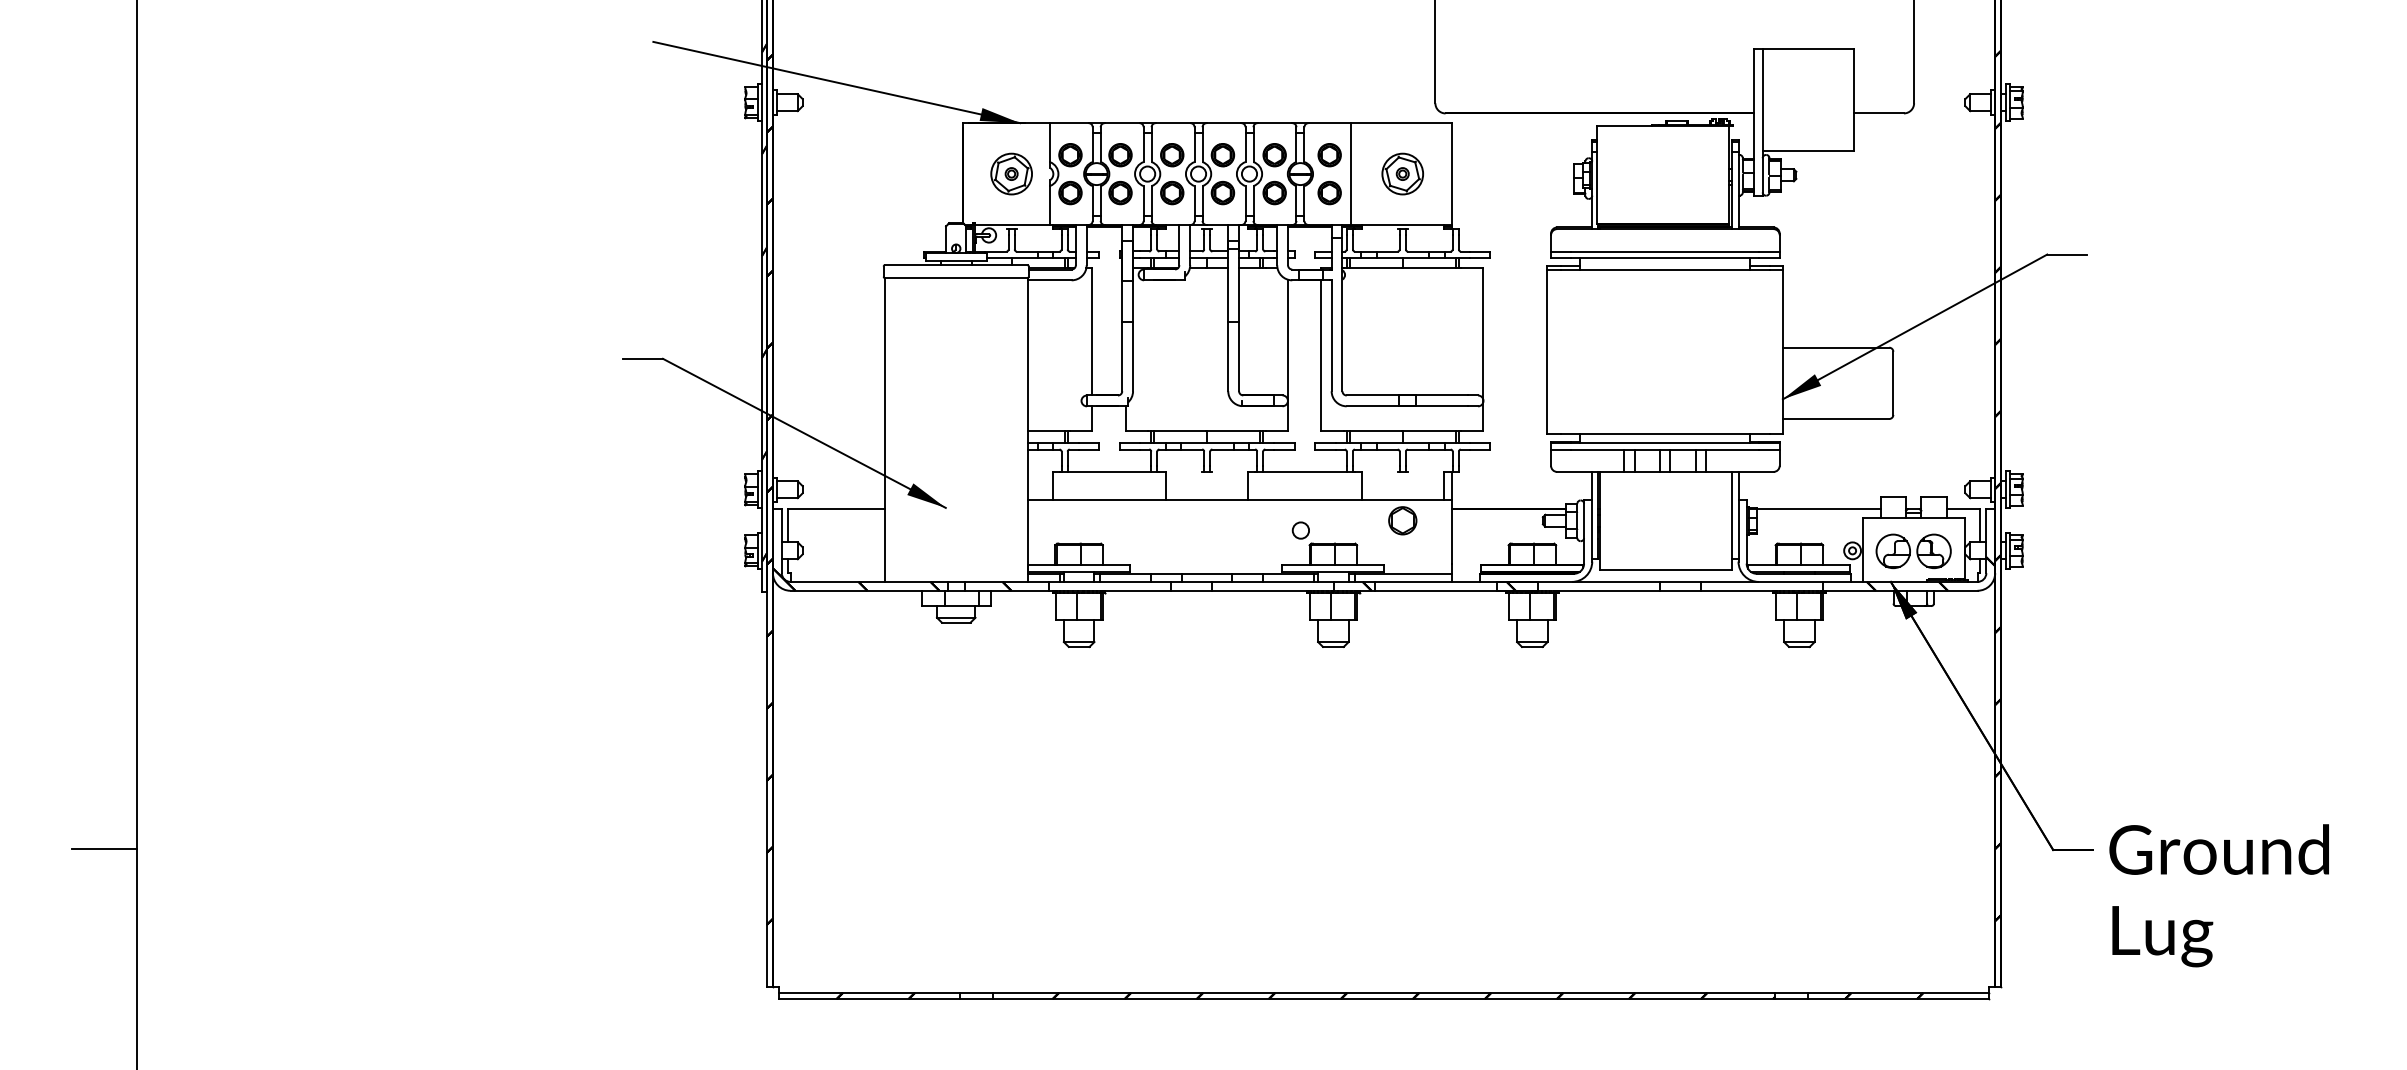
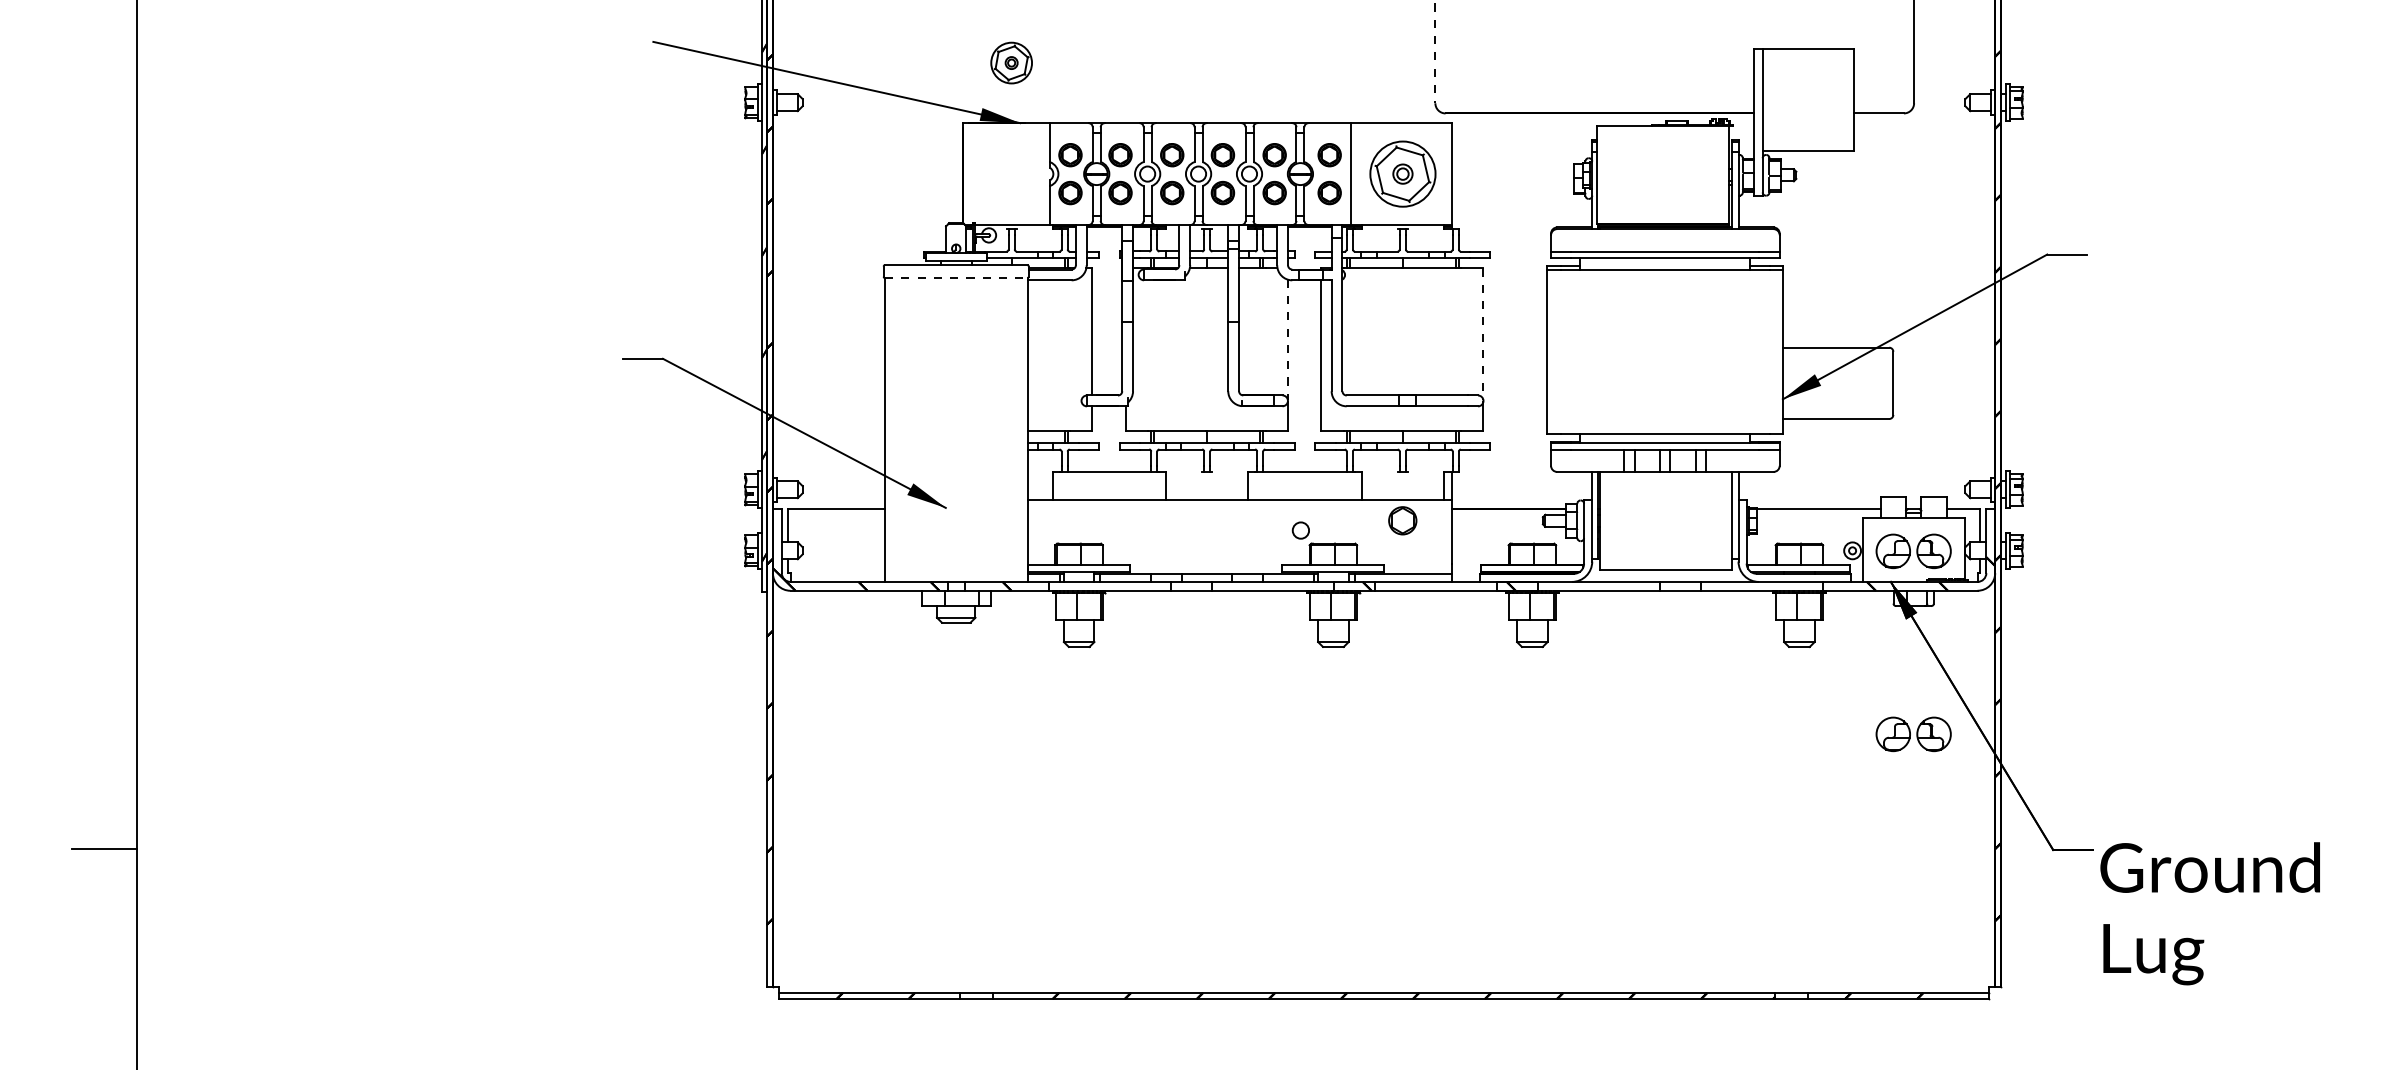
line at (1435, 52): solid -> dashed
part at (1011, 173) position: (1011, 173) -> (1011, 62)
part at (1402, 173) size: 43x44 px -> 68x68 px
line at (956, 278): solid -> dashed
line at (1483, 334): solid -> dashed
line at (1287, 340): solid -> dashed
part at (1913, 734): none -> present
text at (2218, 895) position: (2218, 895) -> (2209, 913)
